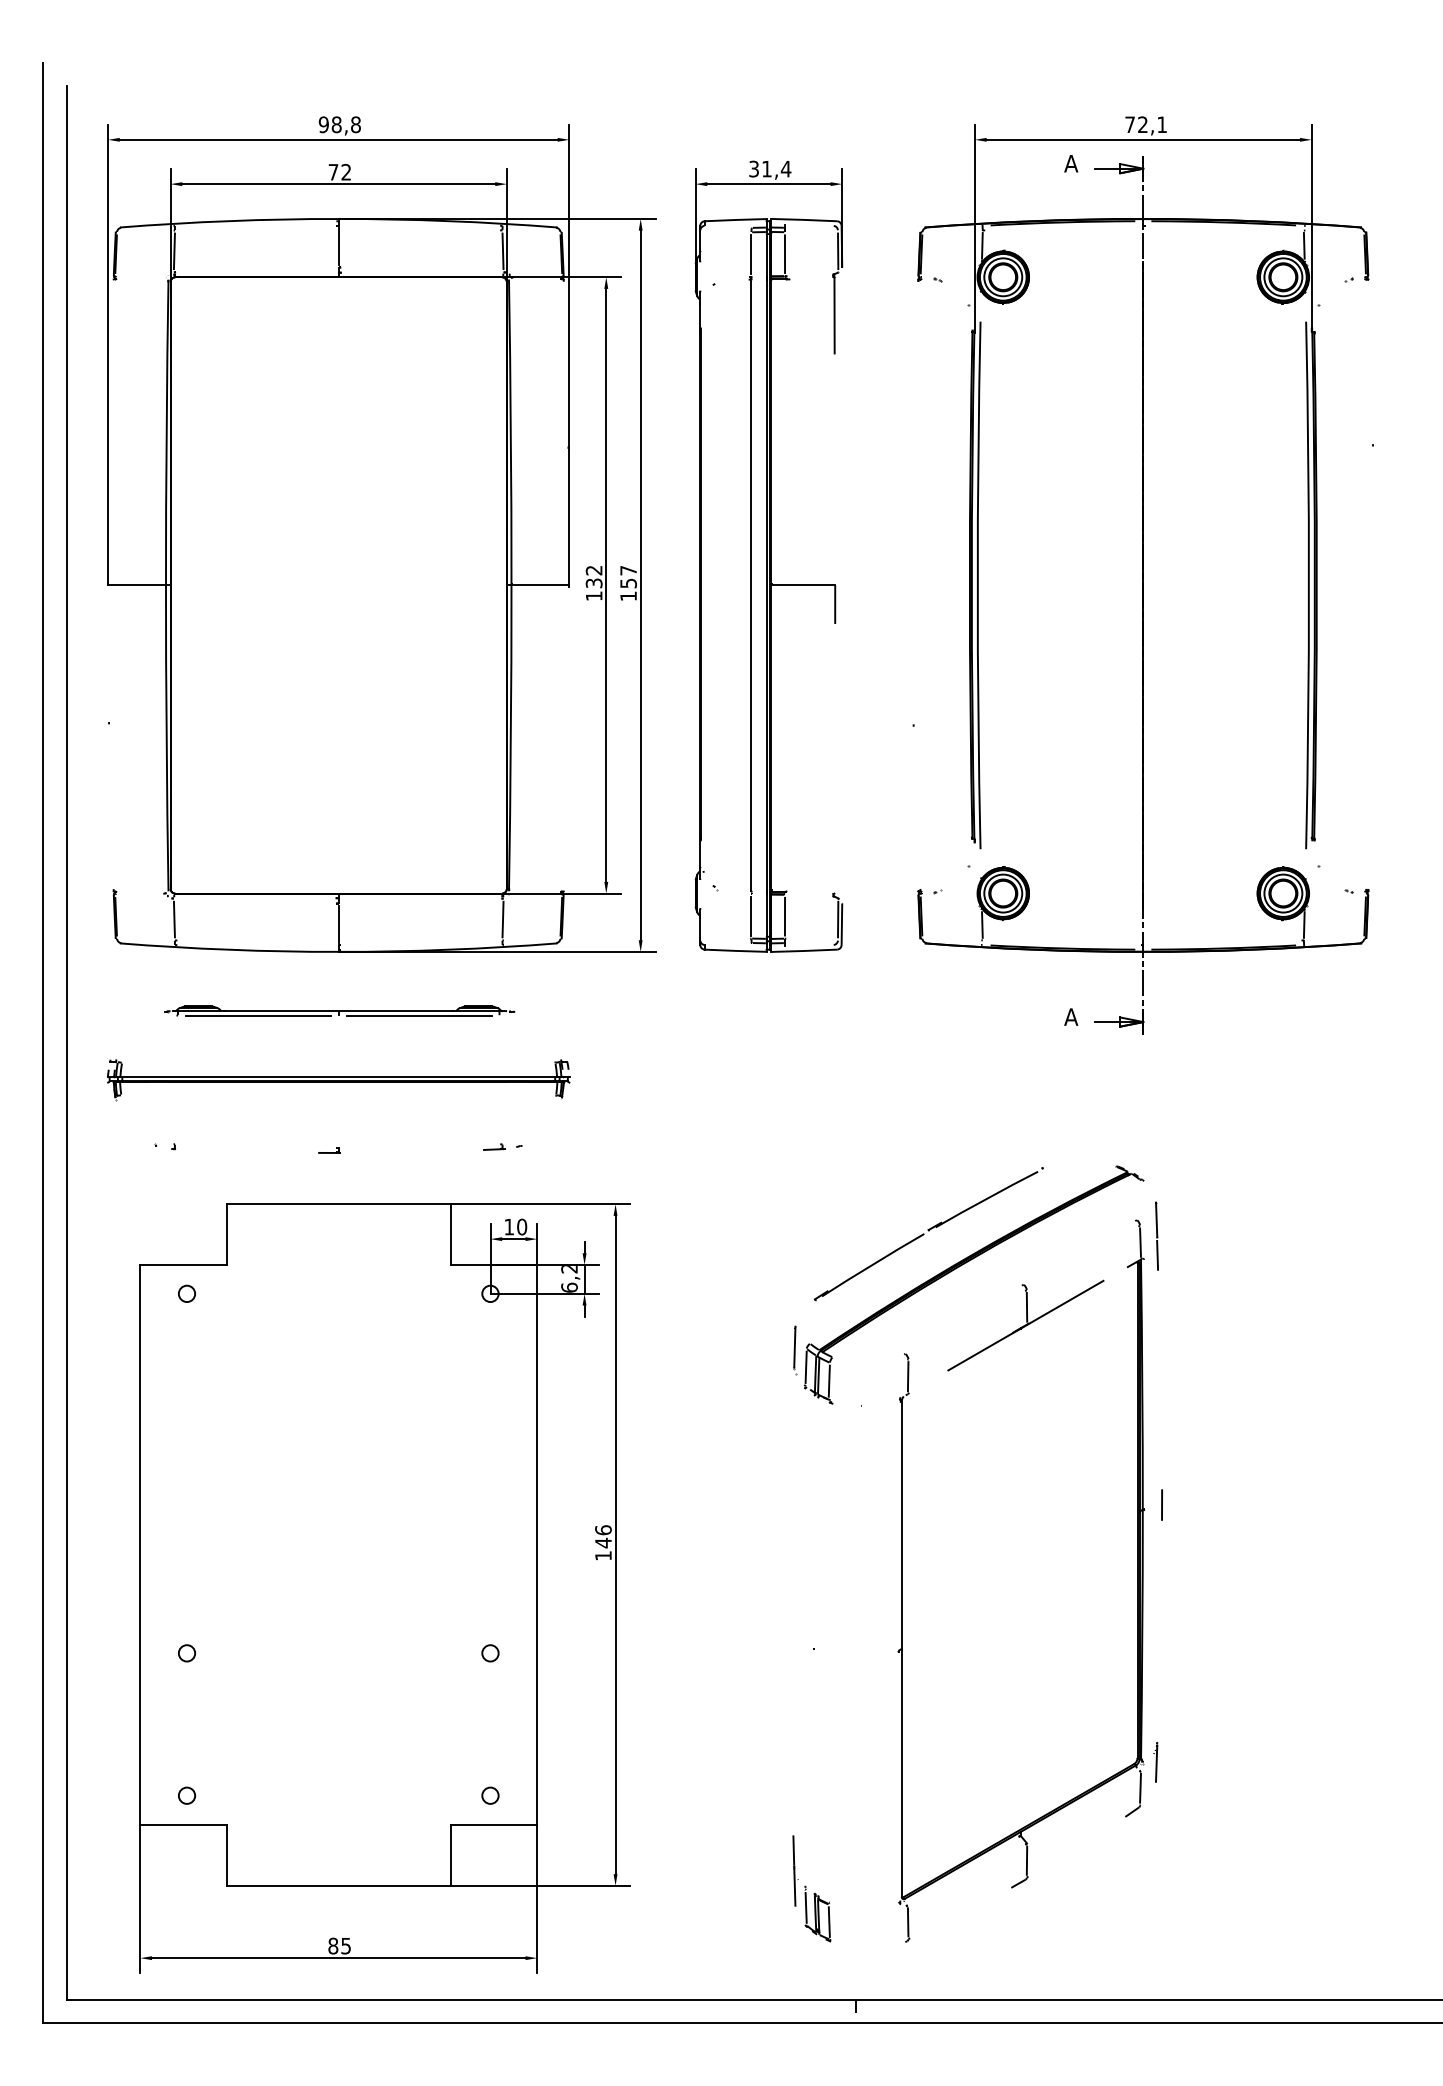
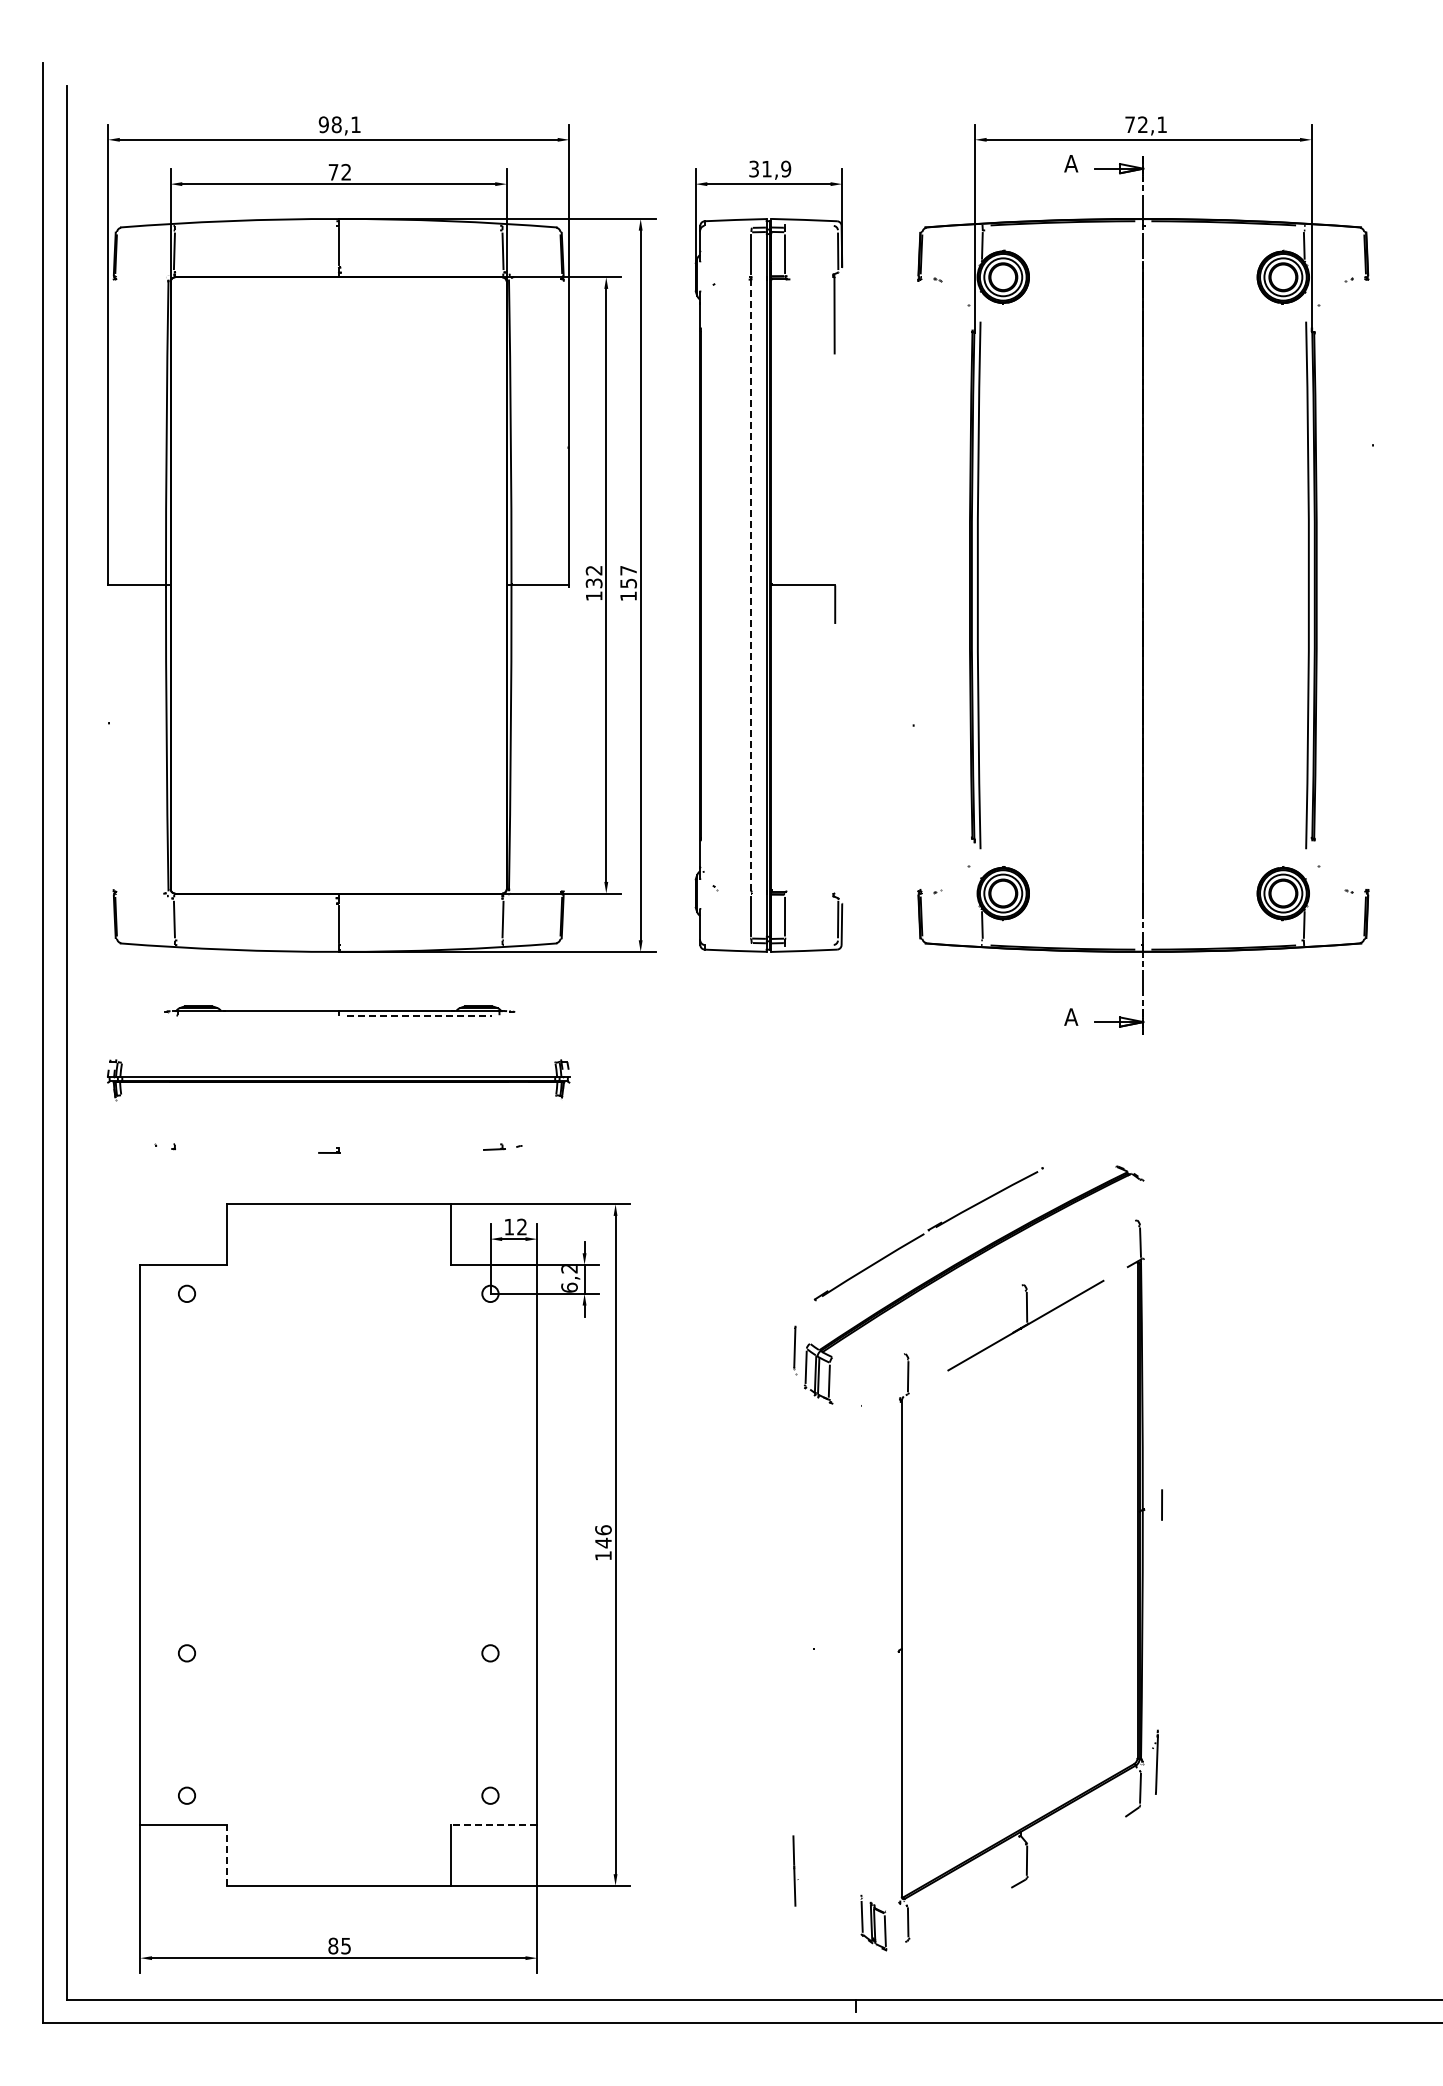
text at (355, 124): 98,8 -> 98,1
text at (785, 168): 31,4 -> 31,9
line at (751, 585): solid -> dashed
line at (257, 1015): present -> none
line at (419, 1015): solid -> dashed
text at (522, 1226): 10 -> 12
line at (1156, 1235): present -> none
part at (1155, 1762) size: 6x41 px -> 7x66 px
line at (493, 1825): solid -> dashed
line at (226, 1855): solid -> dashed
part at (817, 1913) position: (817, 1913) -> (873, 1922)
